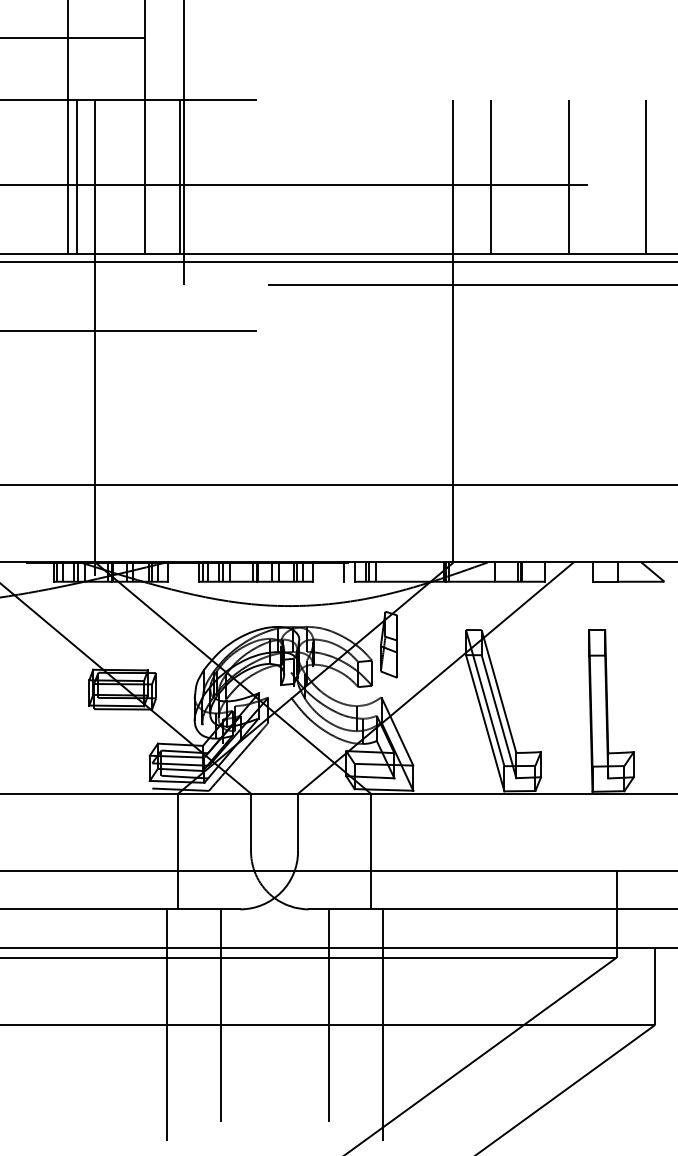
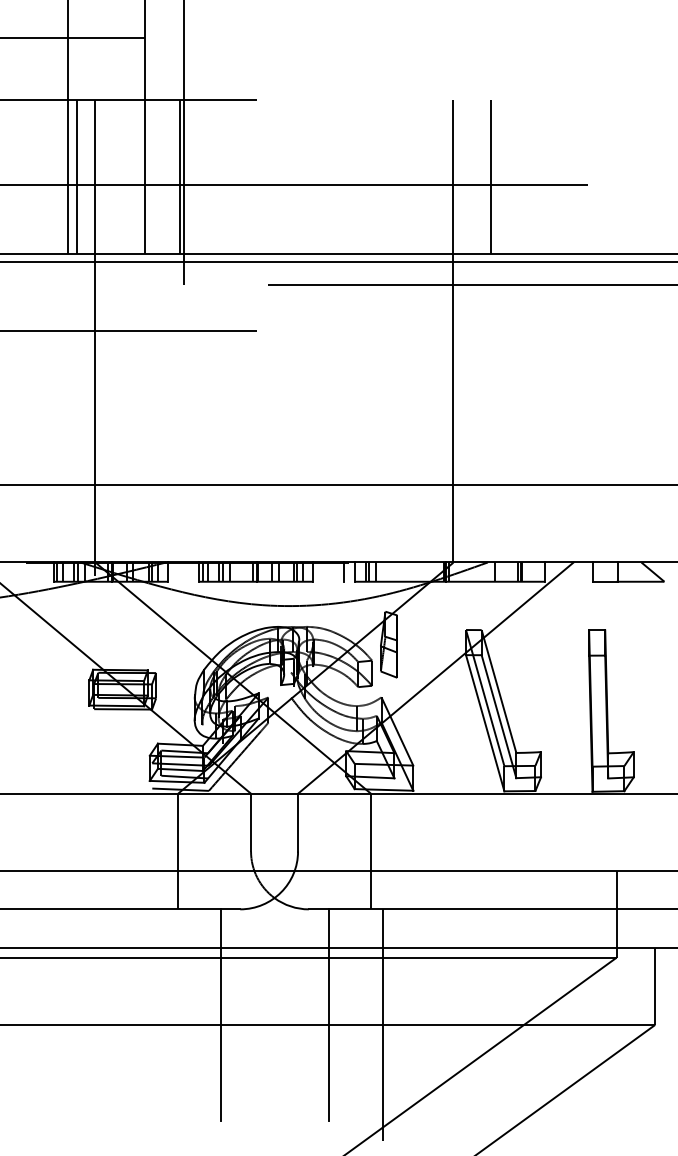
line at (569, 177): present -> none
line at (646, 177): present -> none
line at (166, 1024): present -> none
